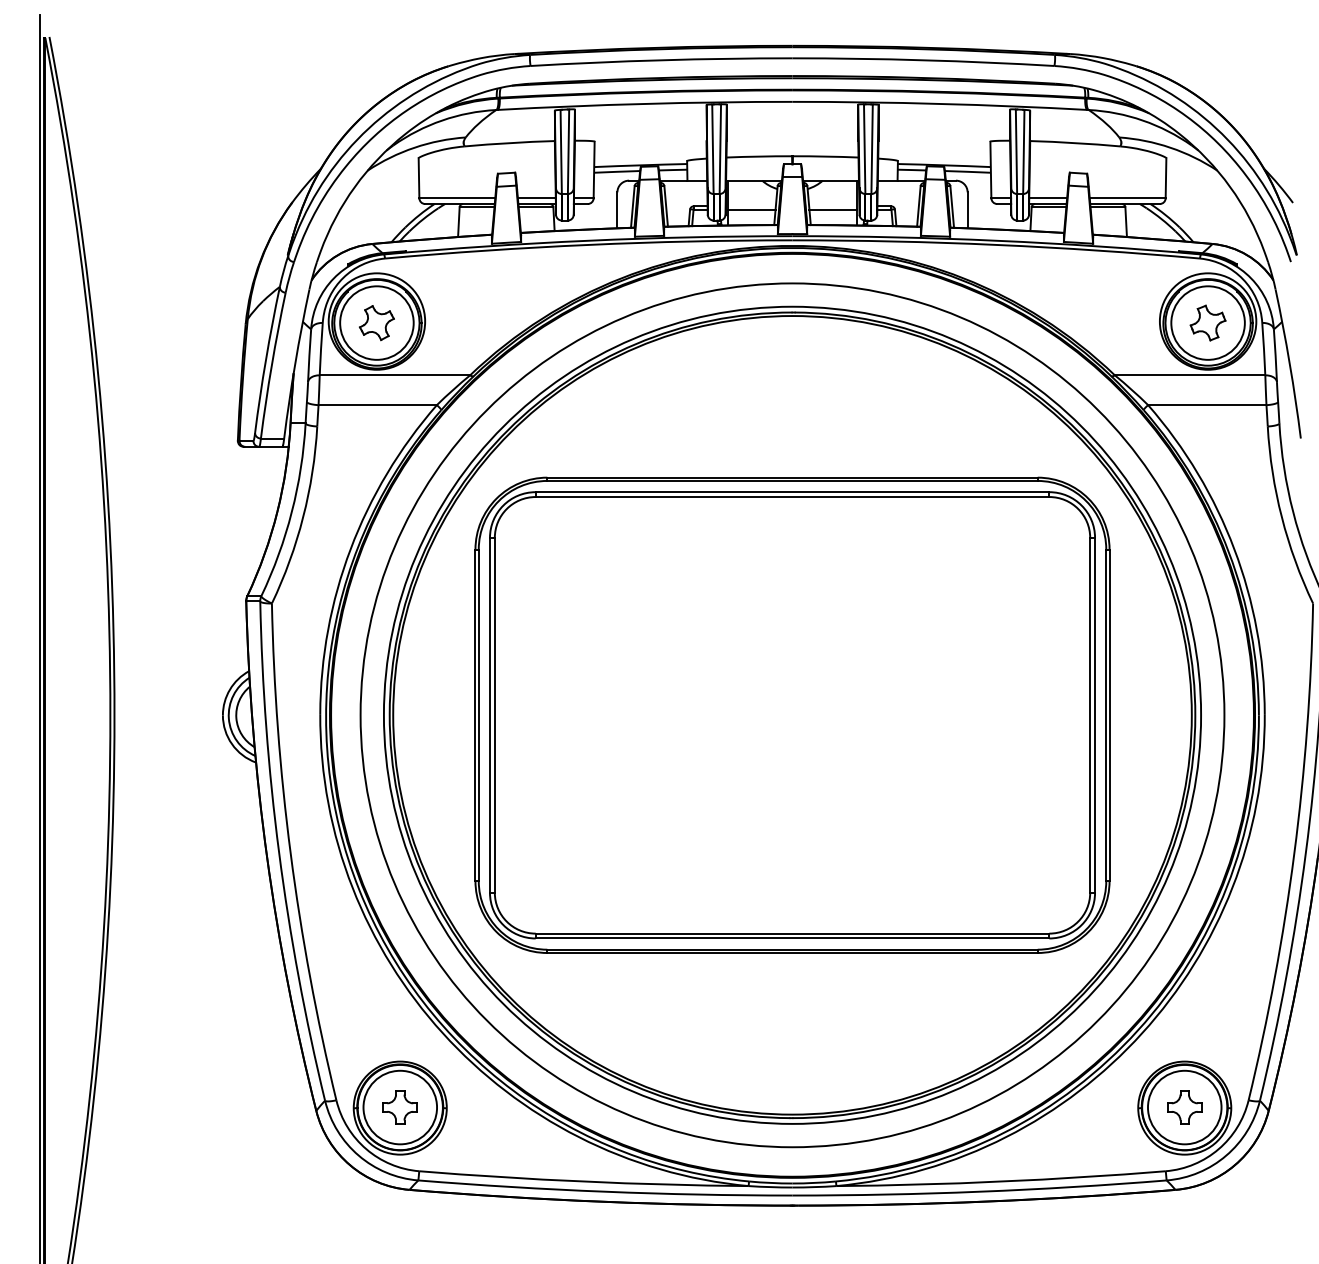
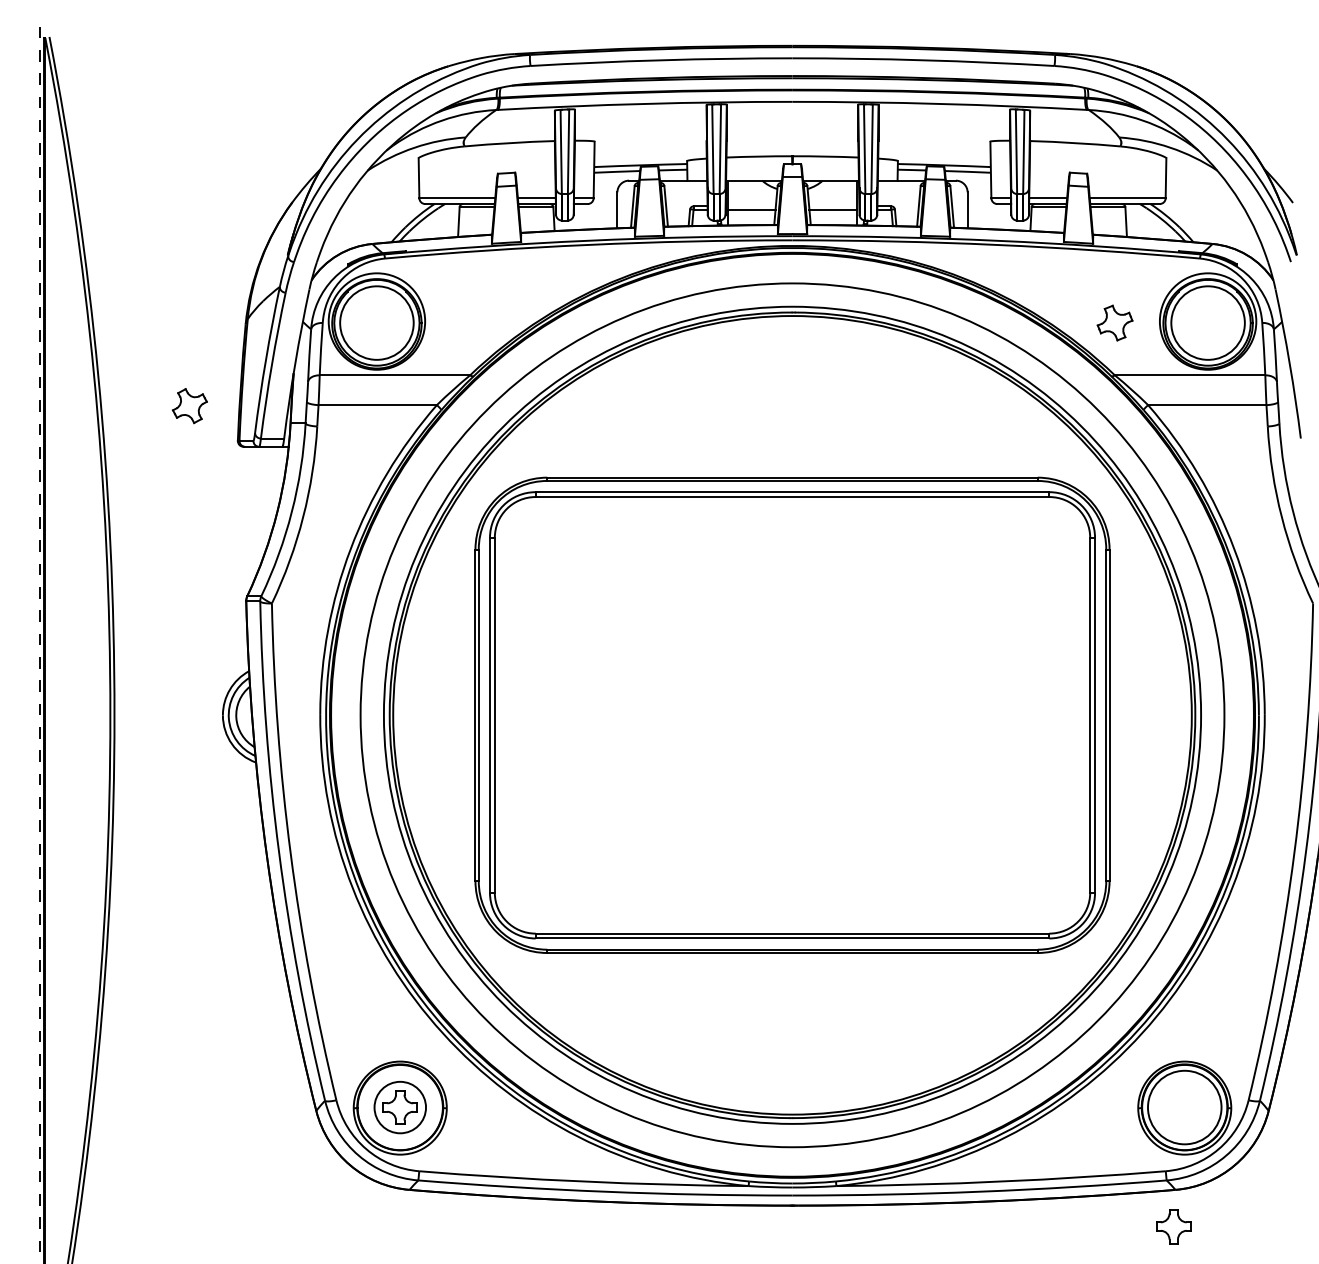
part at (1207, 322) position: (1207, 322) -> (1114, 322)
part at (376, 323) position: (376, 323) -> (189, 406)
line at (39, 638): solid -> dashed
circle at (400, 1107) diameter: 74 px -> 51 px
part at (1184, 1107) position: (1184, 1107) -> (1173, 1226)
